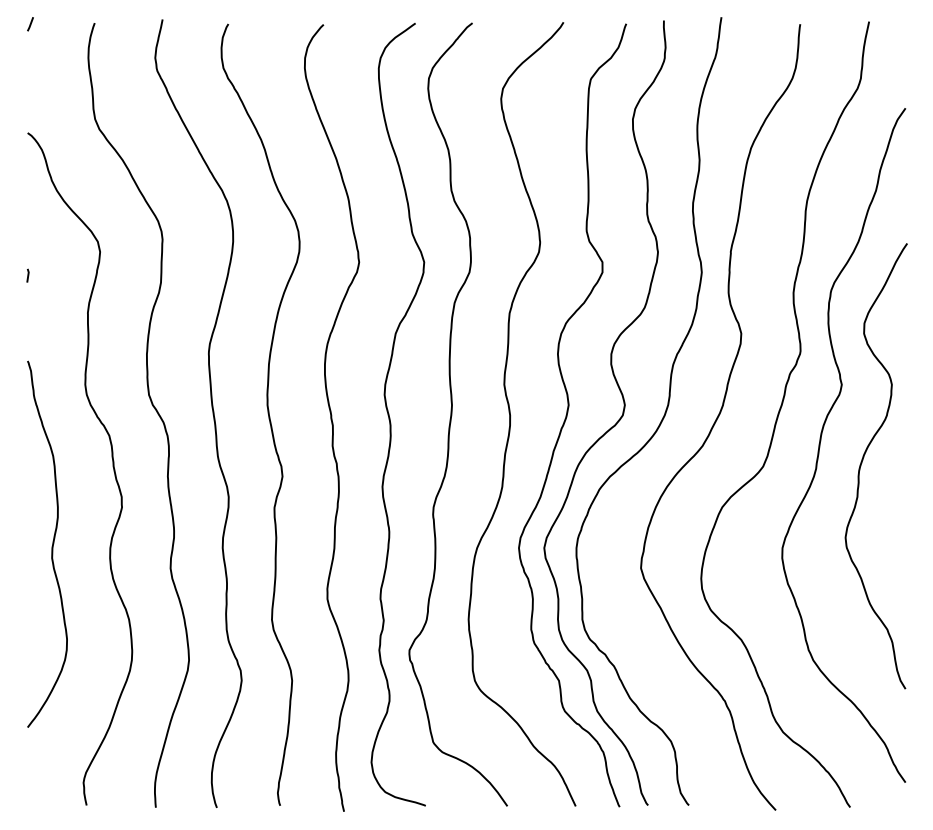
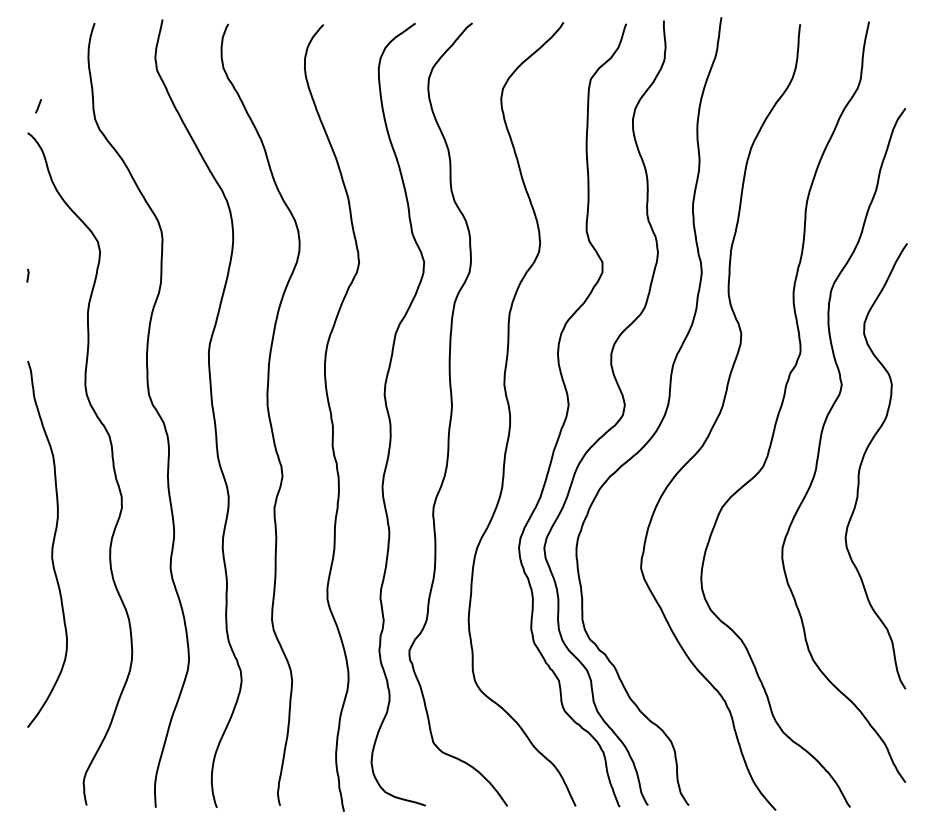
line at (30, 24) position: (30, 24) -> (38, 106)
